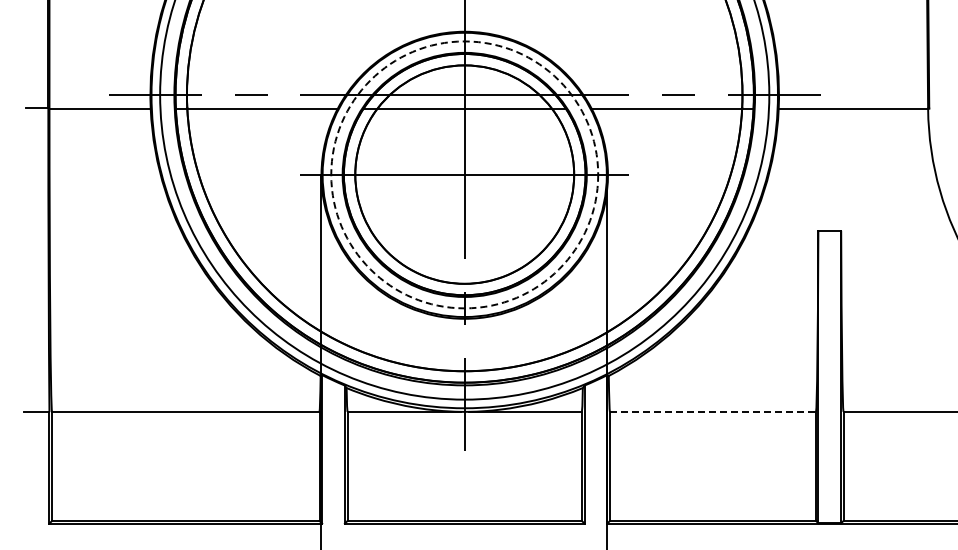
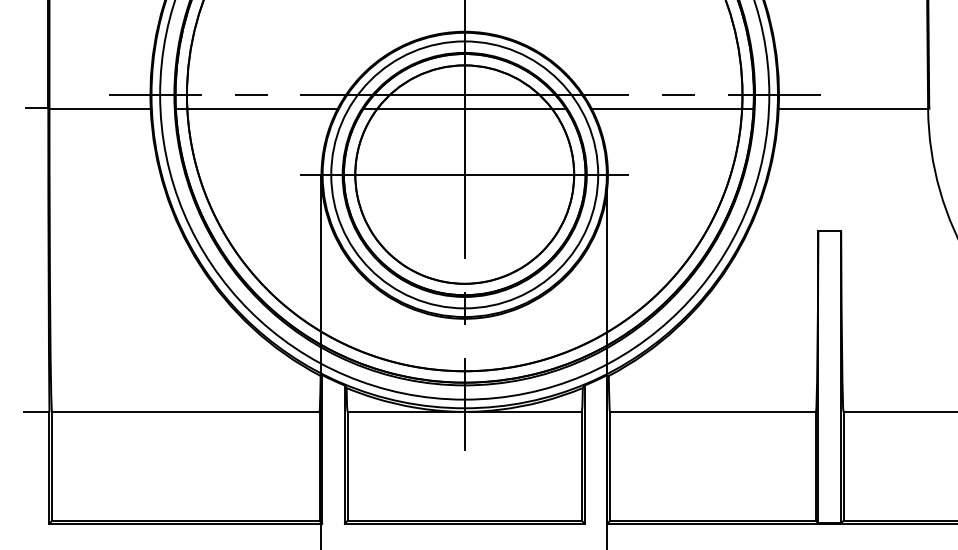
circle at (464, 174): dashed -> solid
line at (713, 411): dashed -> solid
